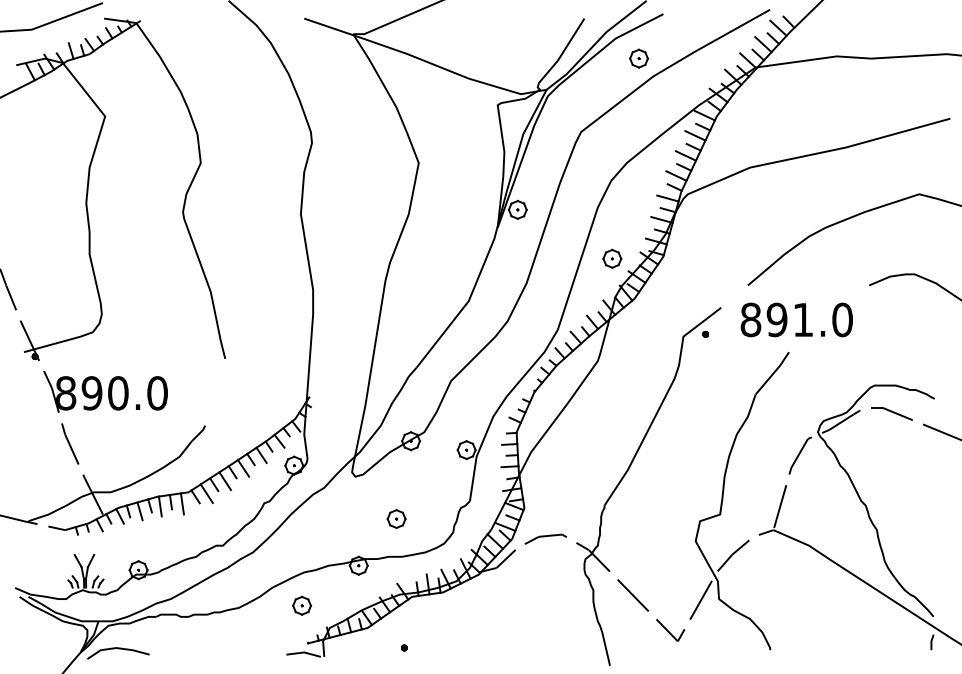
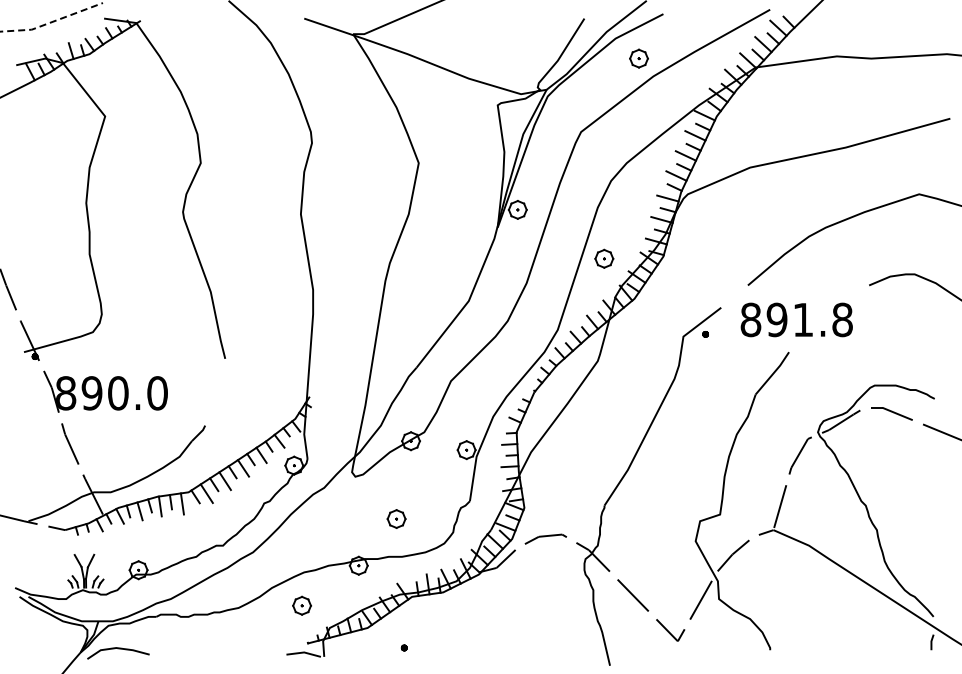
line at (52, 22): solid -> dashed
part at (612, 258) position: (612, 258) -> (604, 258)
text at (842, 319): 891.0 -> 891.8
